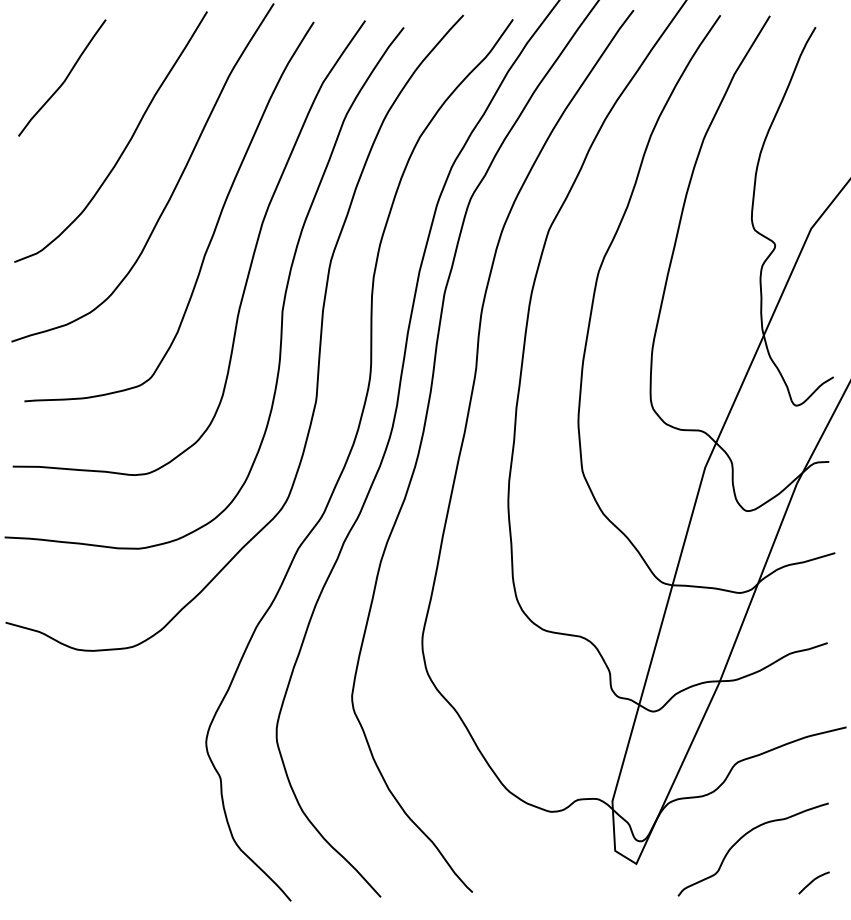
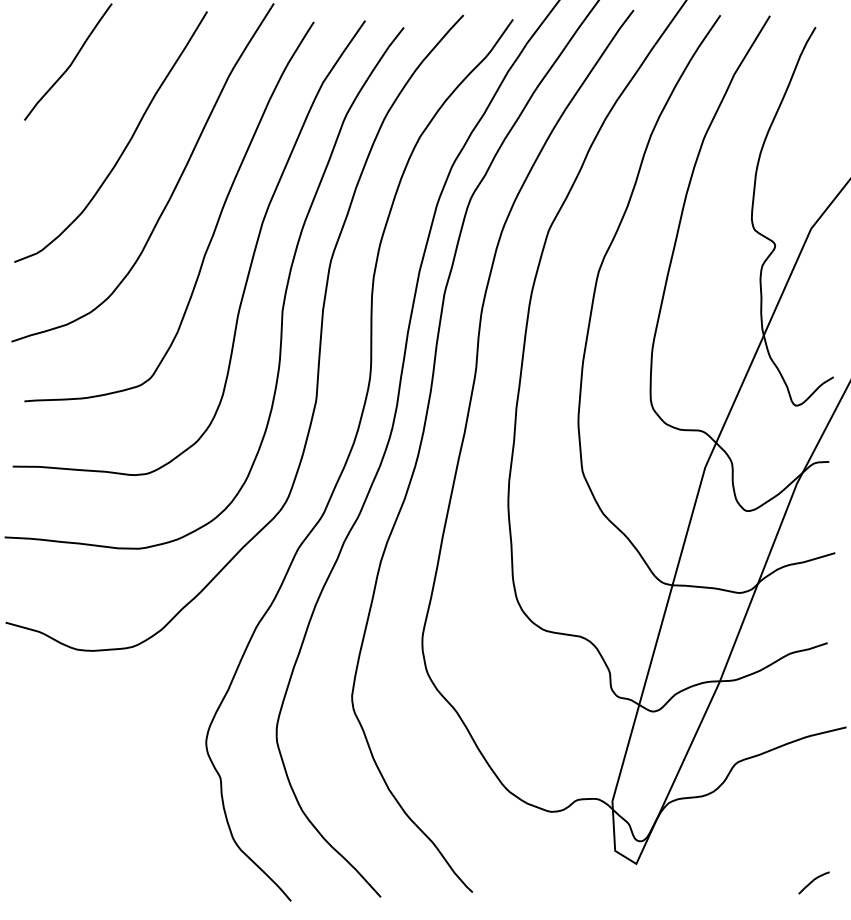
curve at (64, 79) position: (64, 79) -> (70, 63)
curve at (742, 838): present -> none
